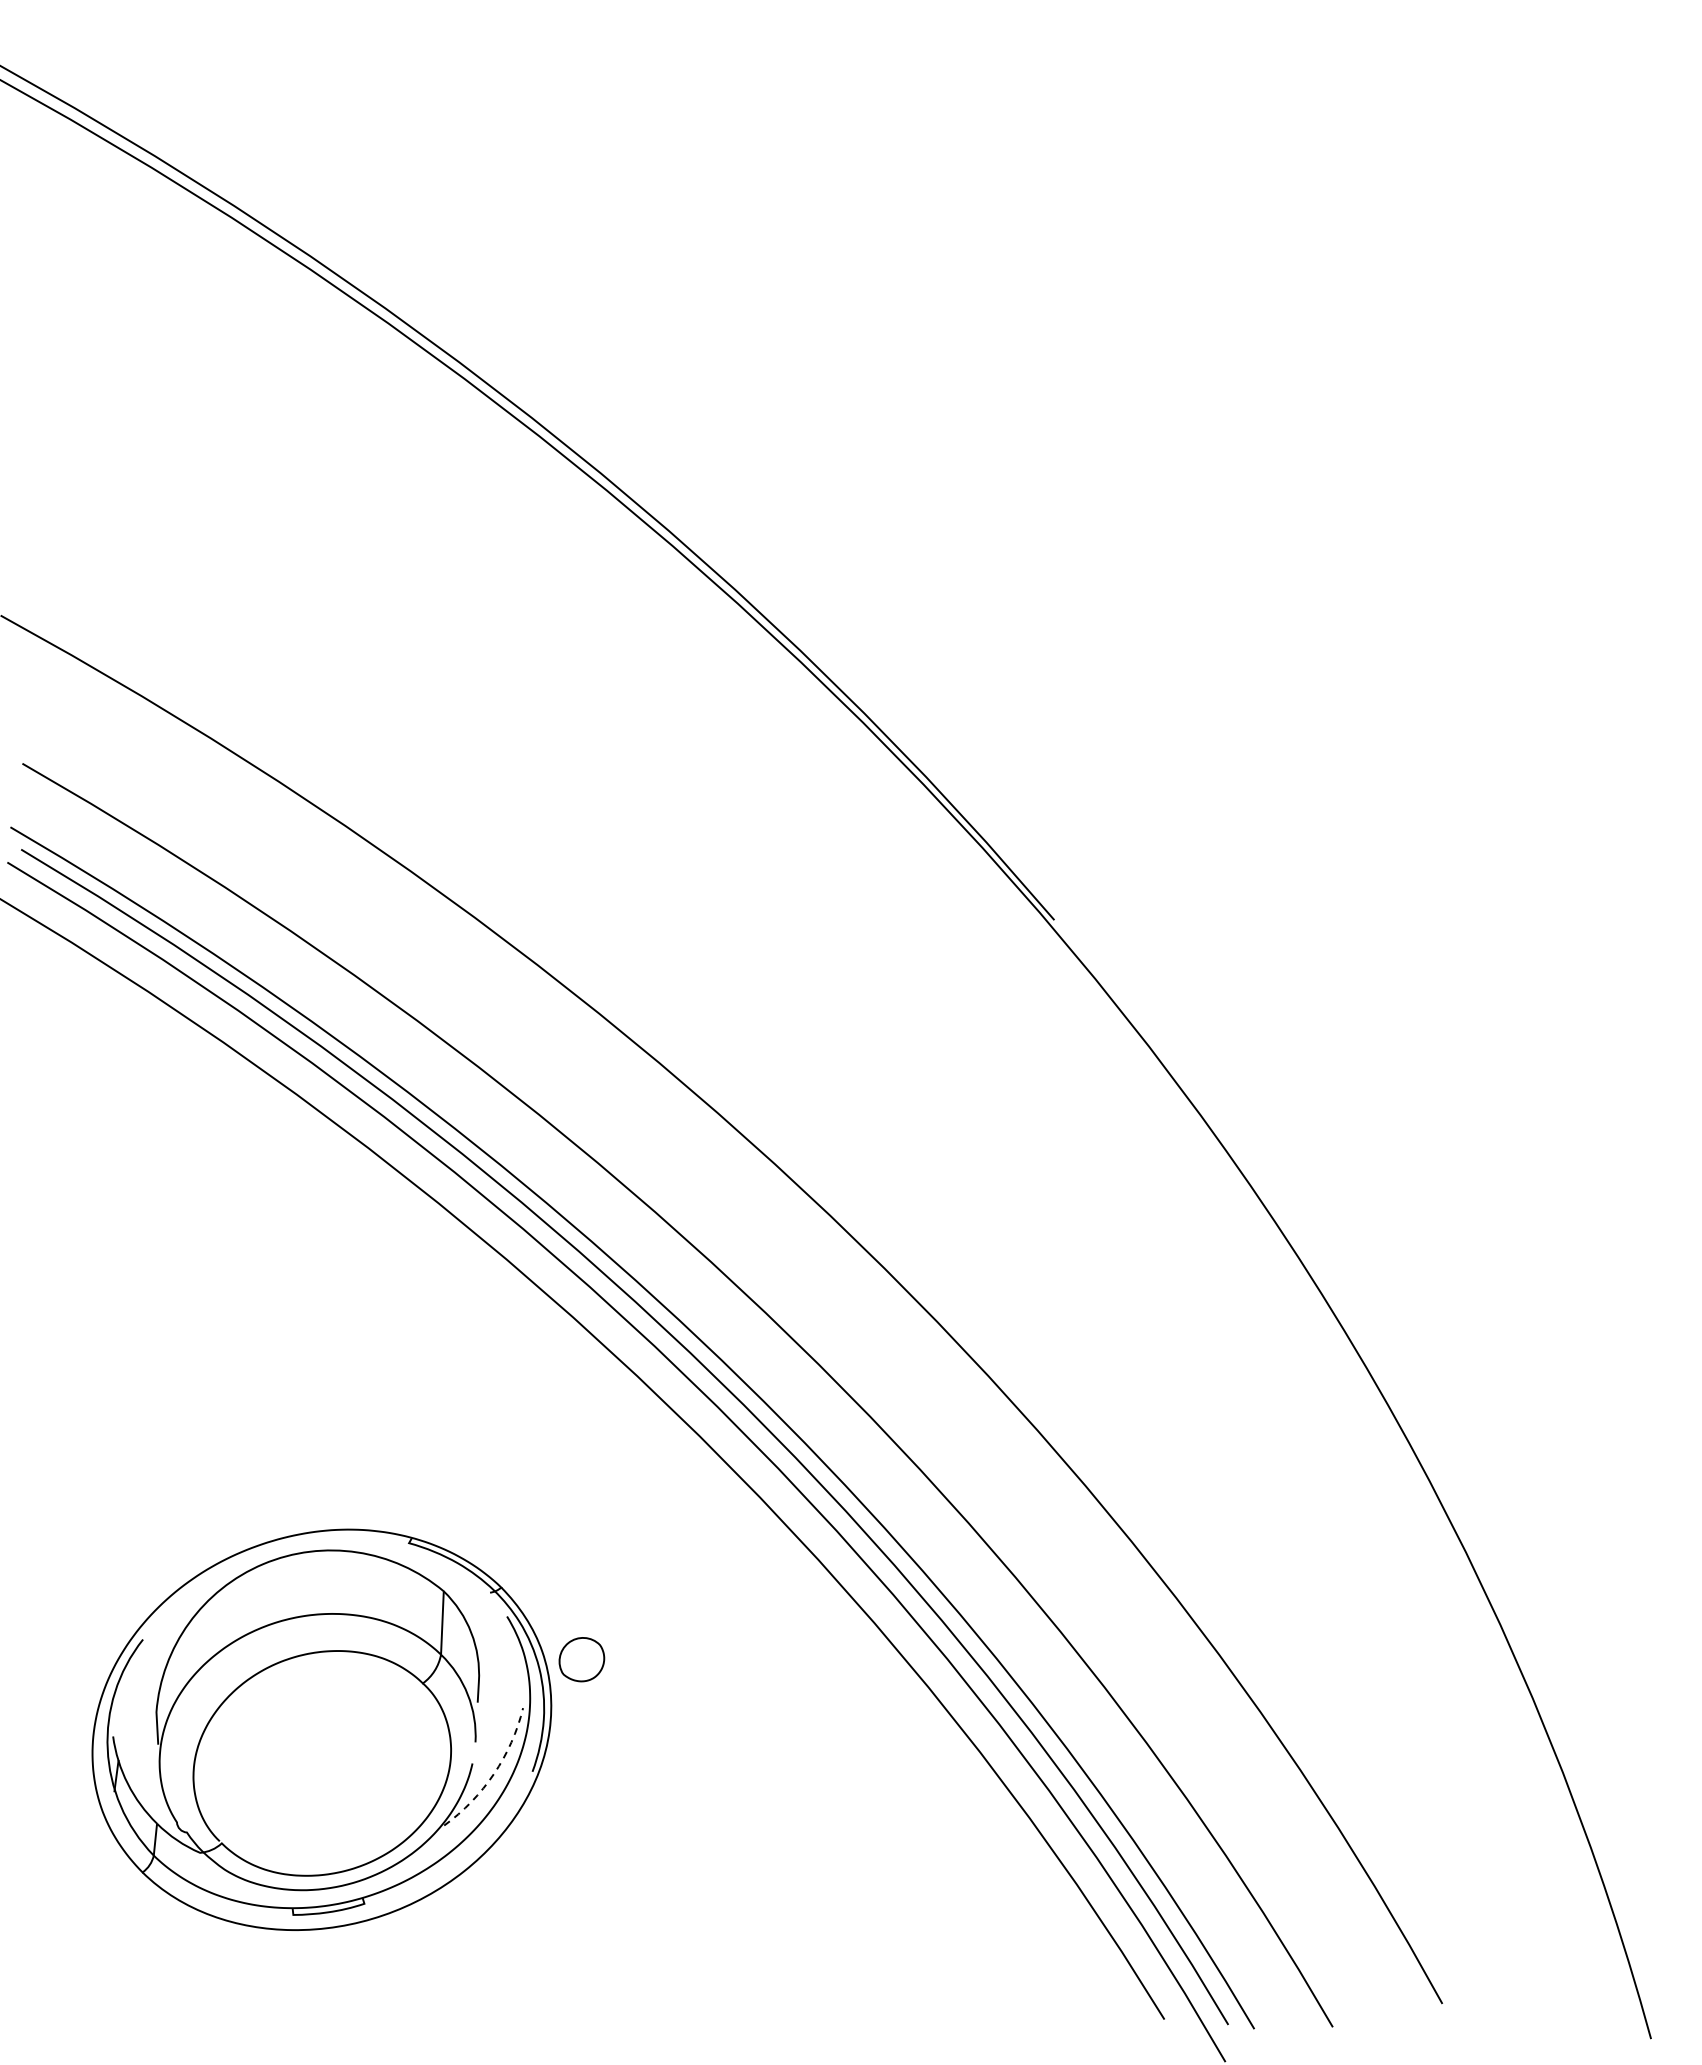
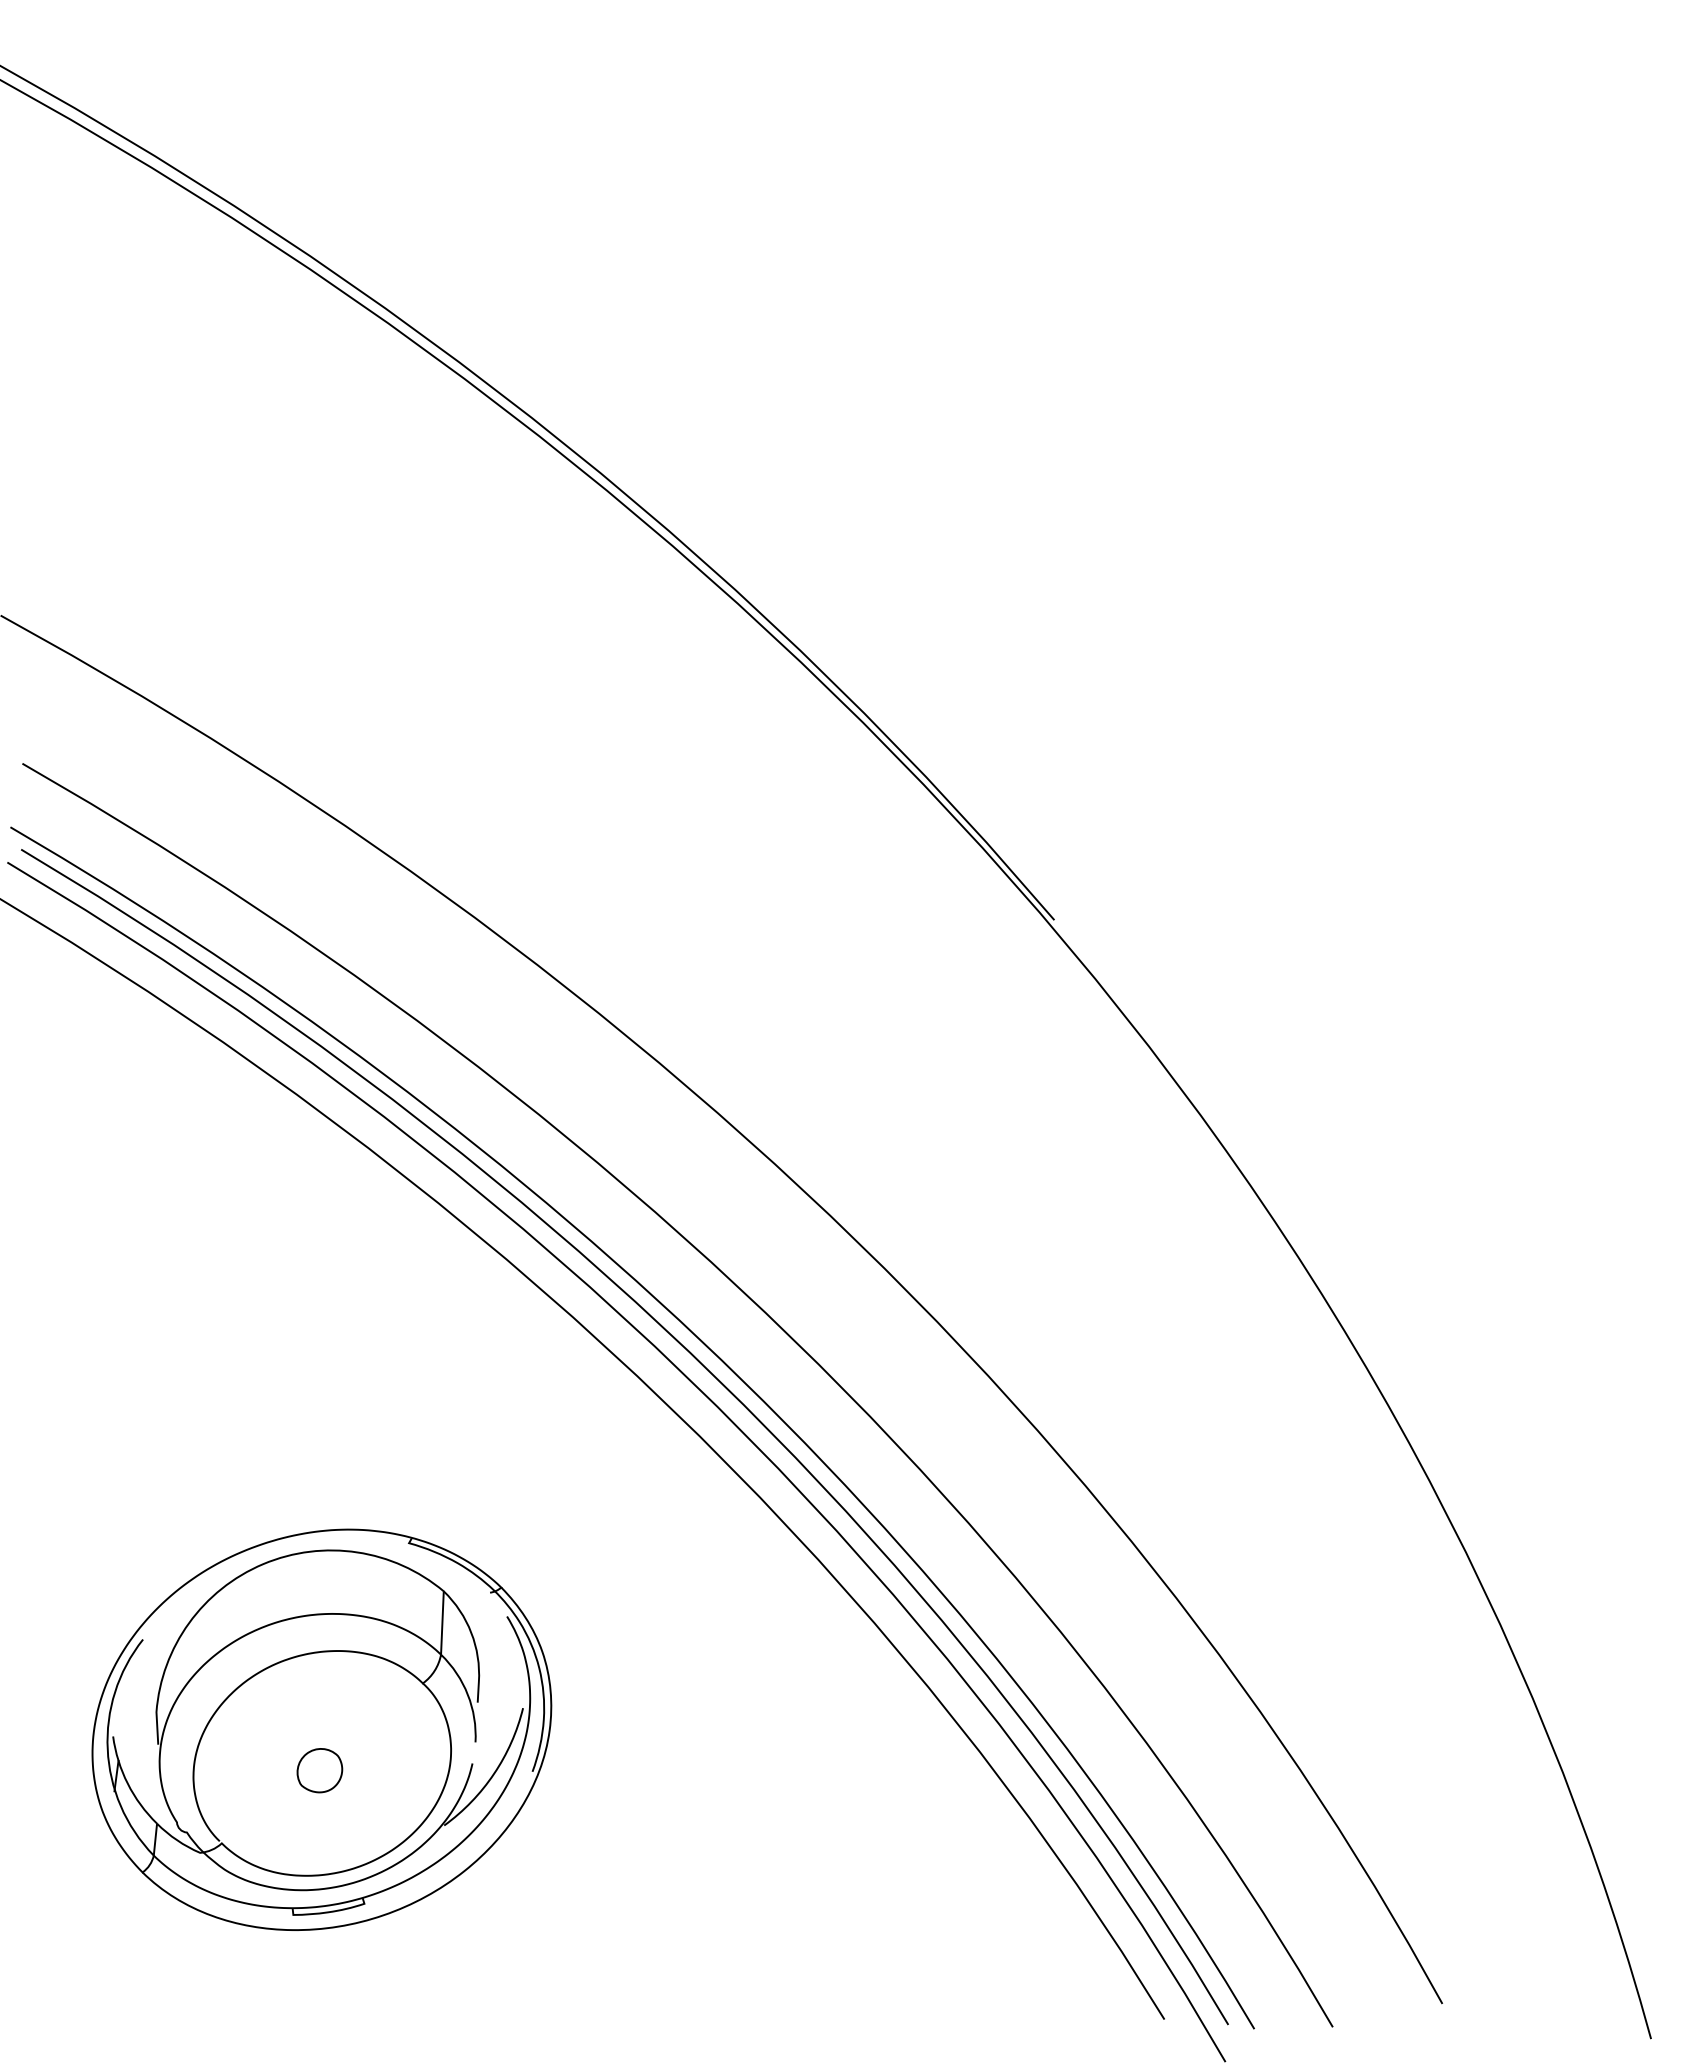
part at (581, 1659) position: (581, 1659) -> (319, 1770)
arc at (494, 1773): dashed -> solid
